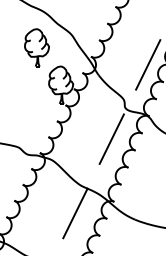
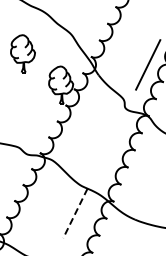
part at (36, 47) position: (36, 47) -> (22, 53)
line at (111, 138): present -> none
line at (75, 213): solid -> dashed
